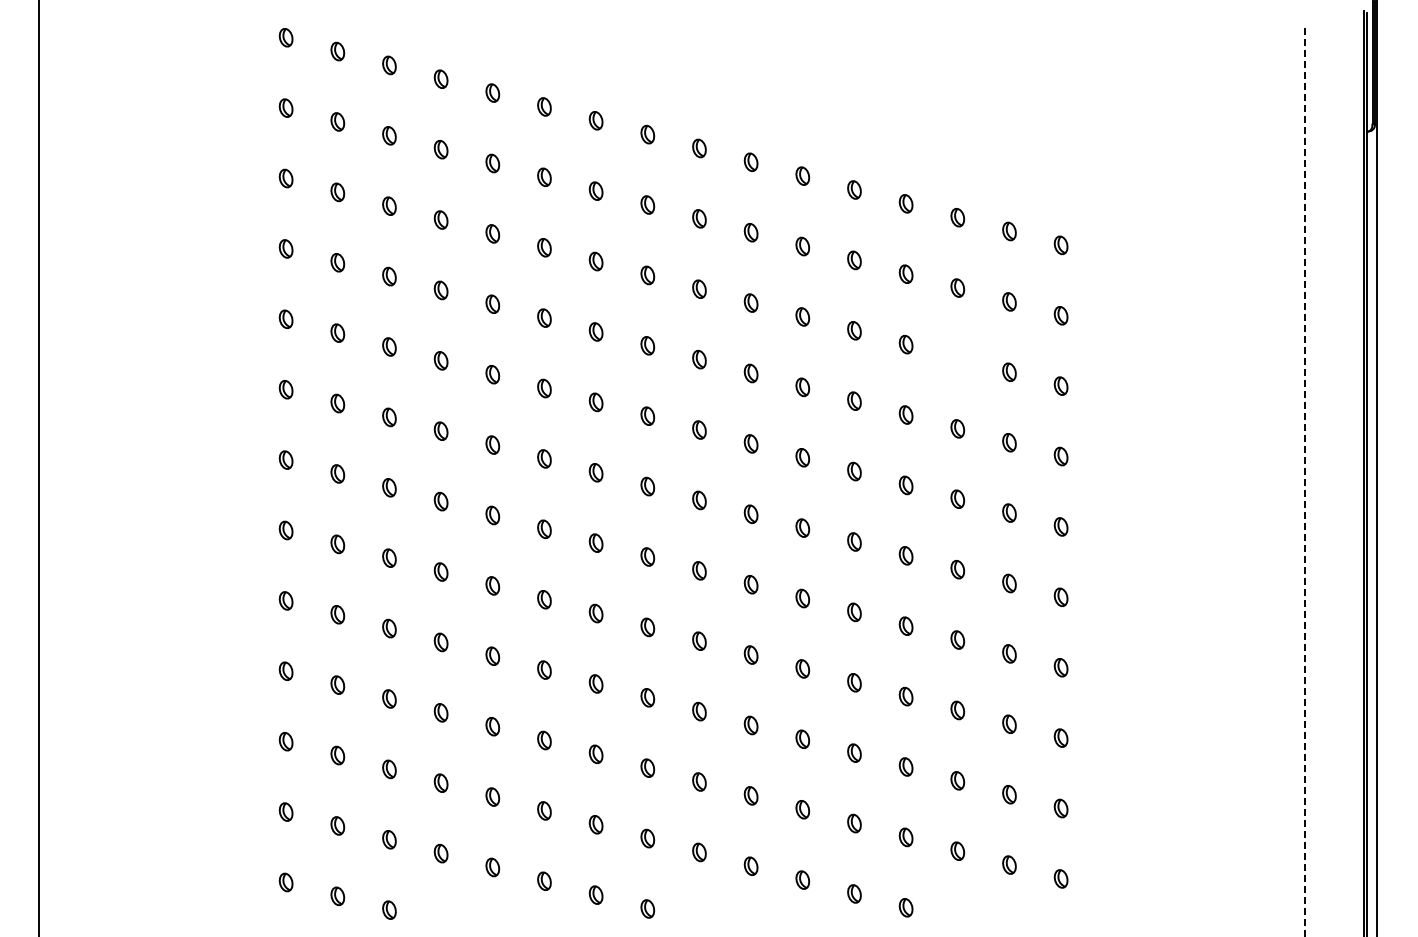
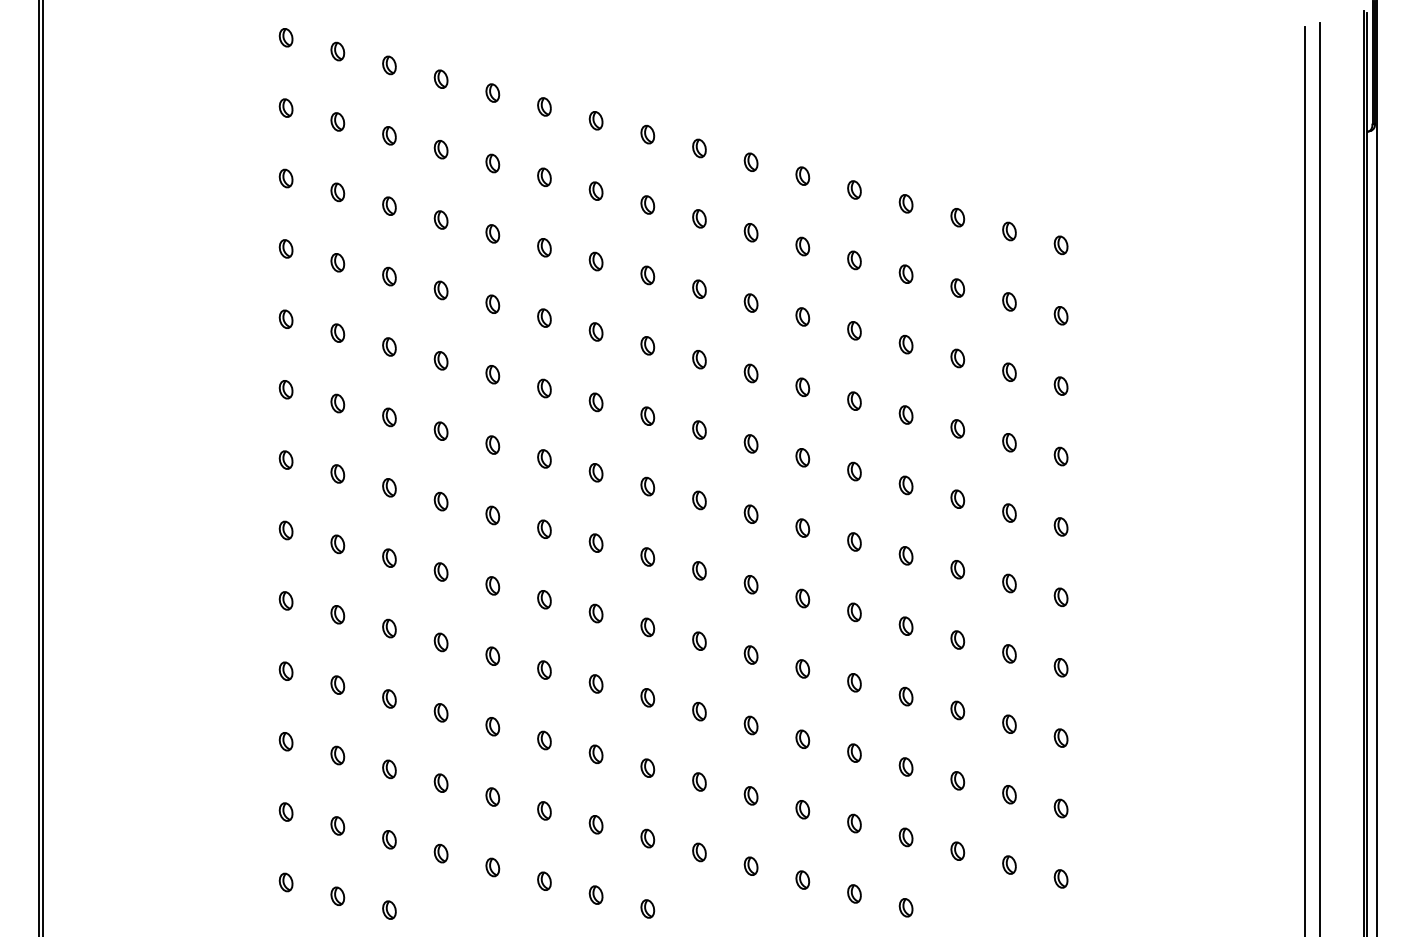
part at (957, 358): none -> present
line at (42, 467): none -> present
line at (1319, 477): none -> present
line at (1305, 481): dashed -> solid
